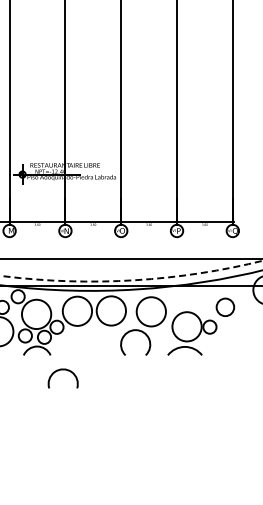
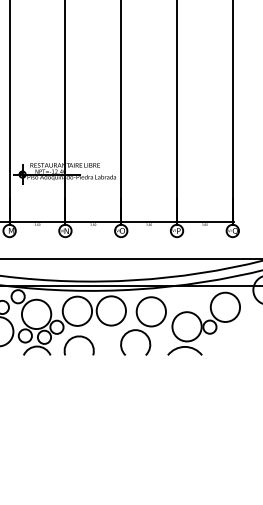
arc at (133, 280): dashed -> solid
circle at (225, 307) diameter: 18 px -> 29 px
arc at (62, 370) position: (62, 370) -> (78, 337)
